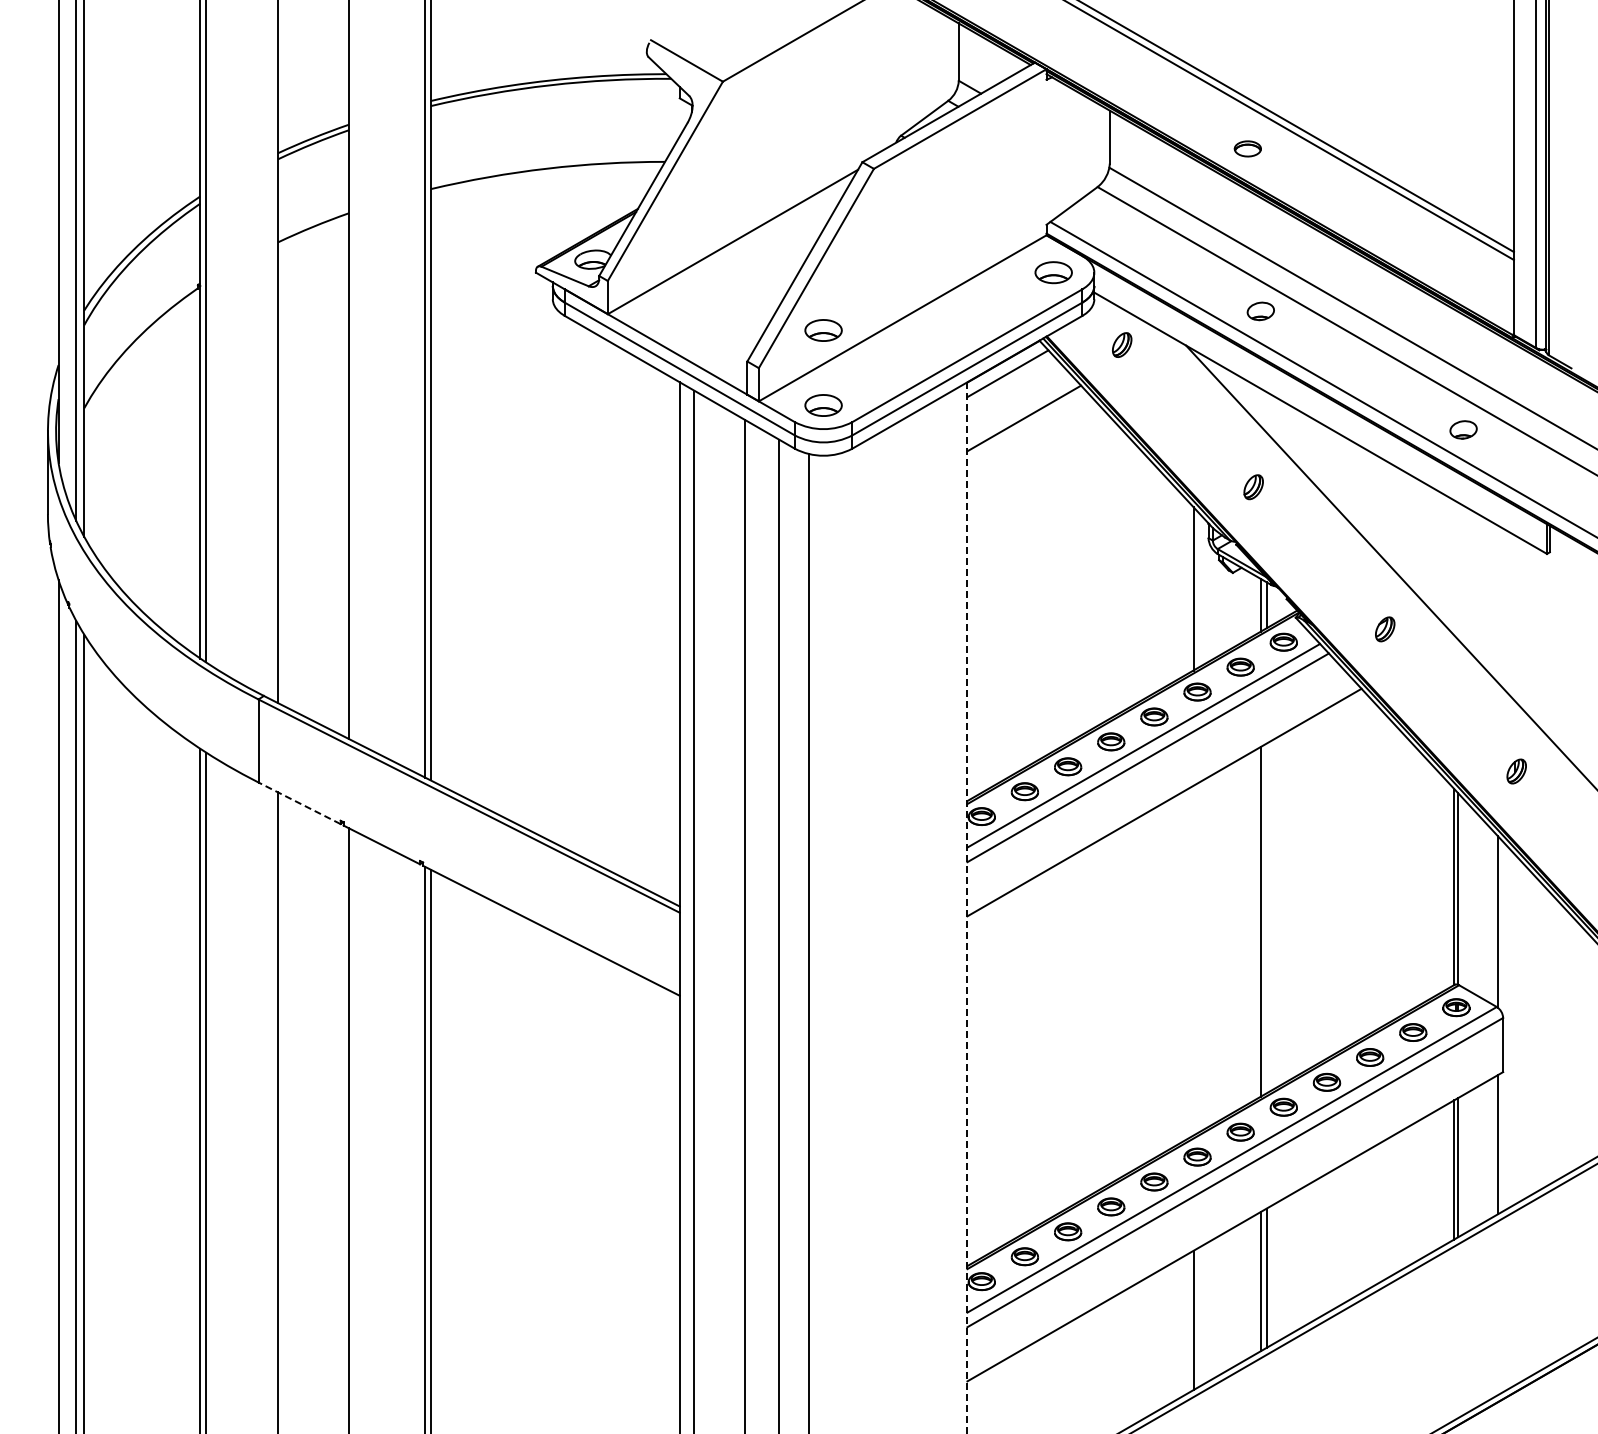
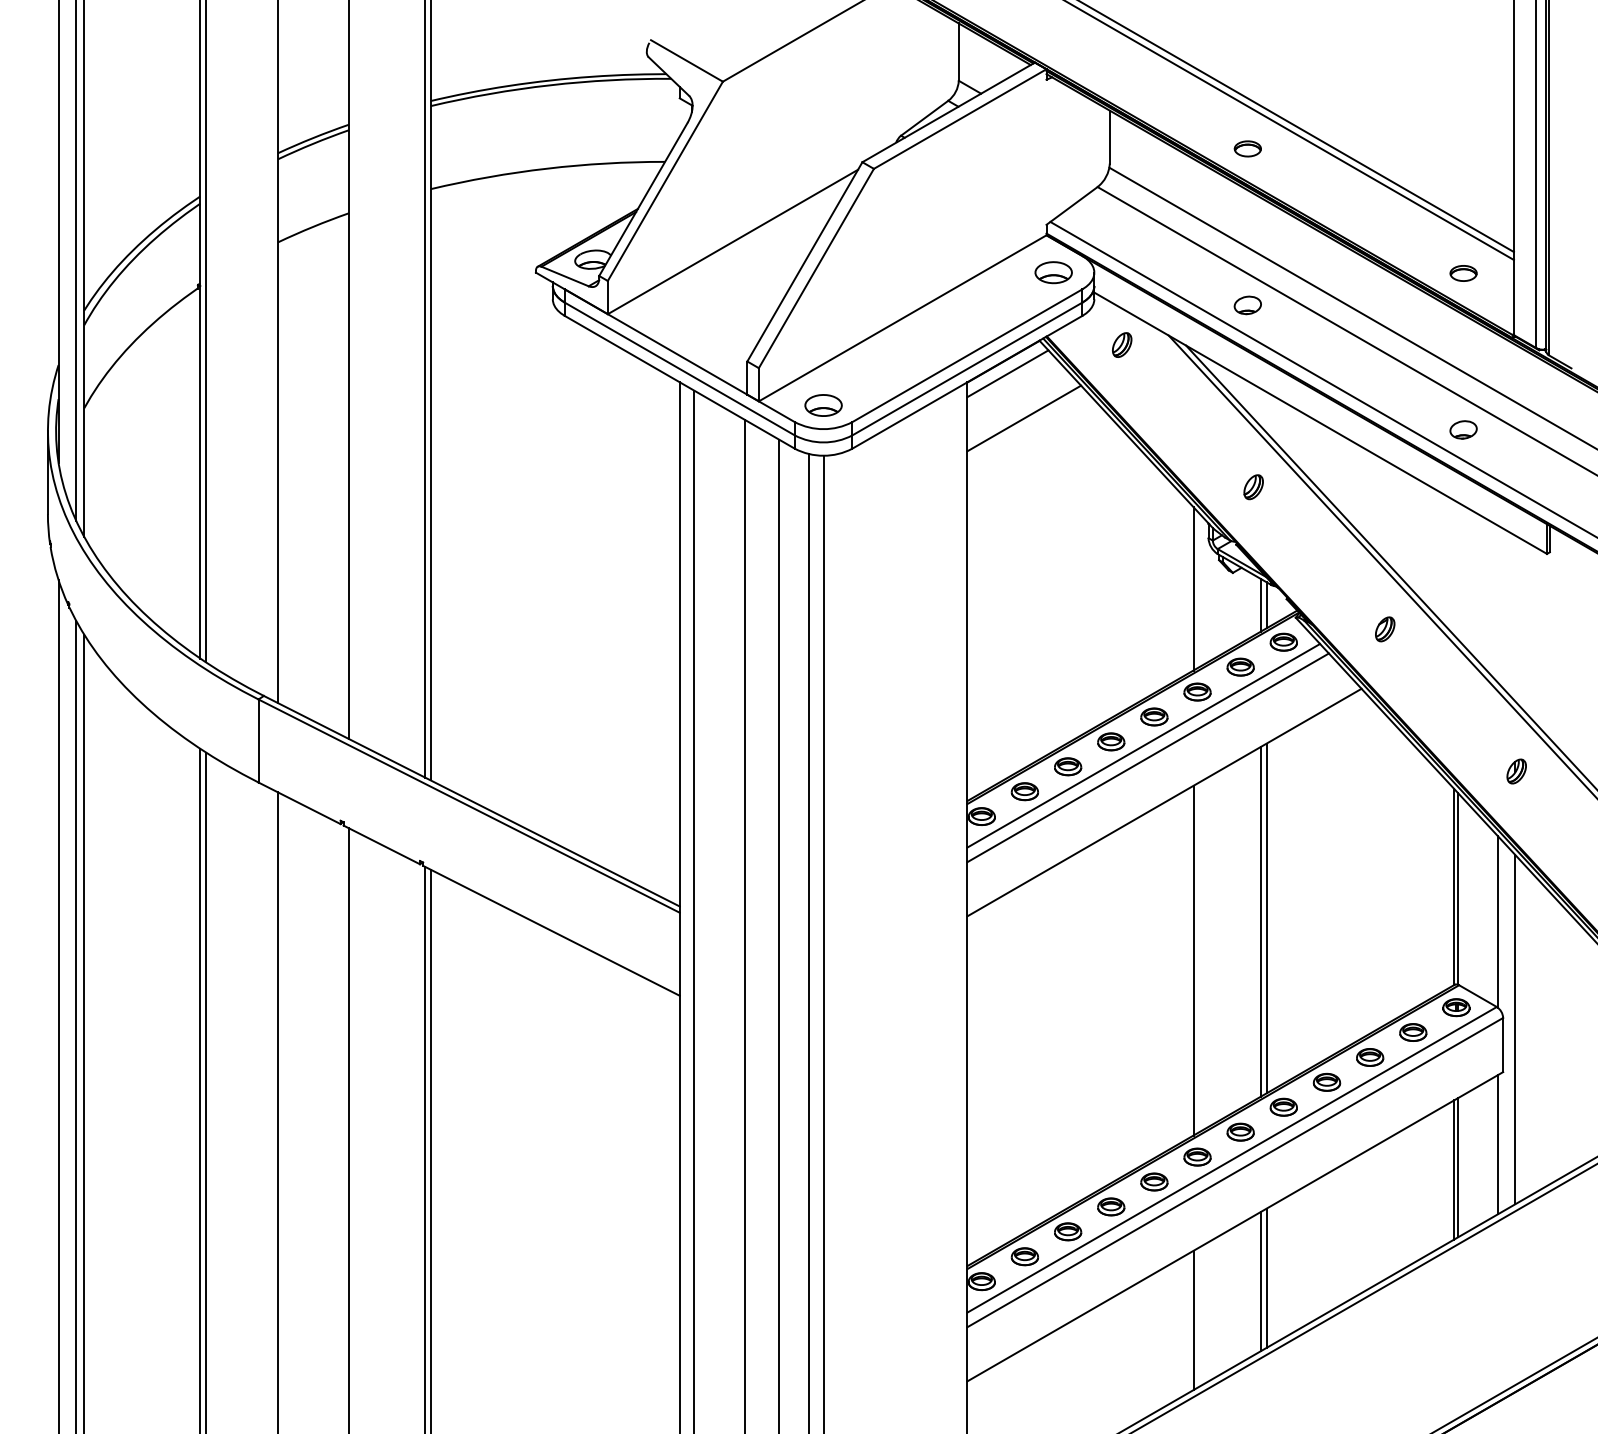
part at (1463, 273): none -> present
part at (1260, 311) position: (1260, 311) -> (1247, 305)
part at (823, 330): present -> none
line at (1381, 565): none -> present
line at (299, 803): dashed -> solid
line at (967, 908): dashed -> solid
line at (1266, 918): none -> present
line at (823, 942): none -> present
line at (1193, 960): none -> present
line at (1515, 1029): none -> present
